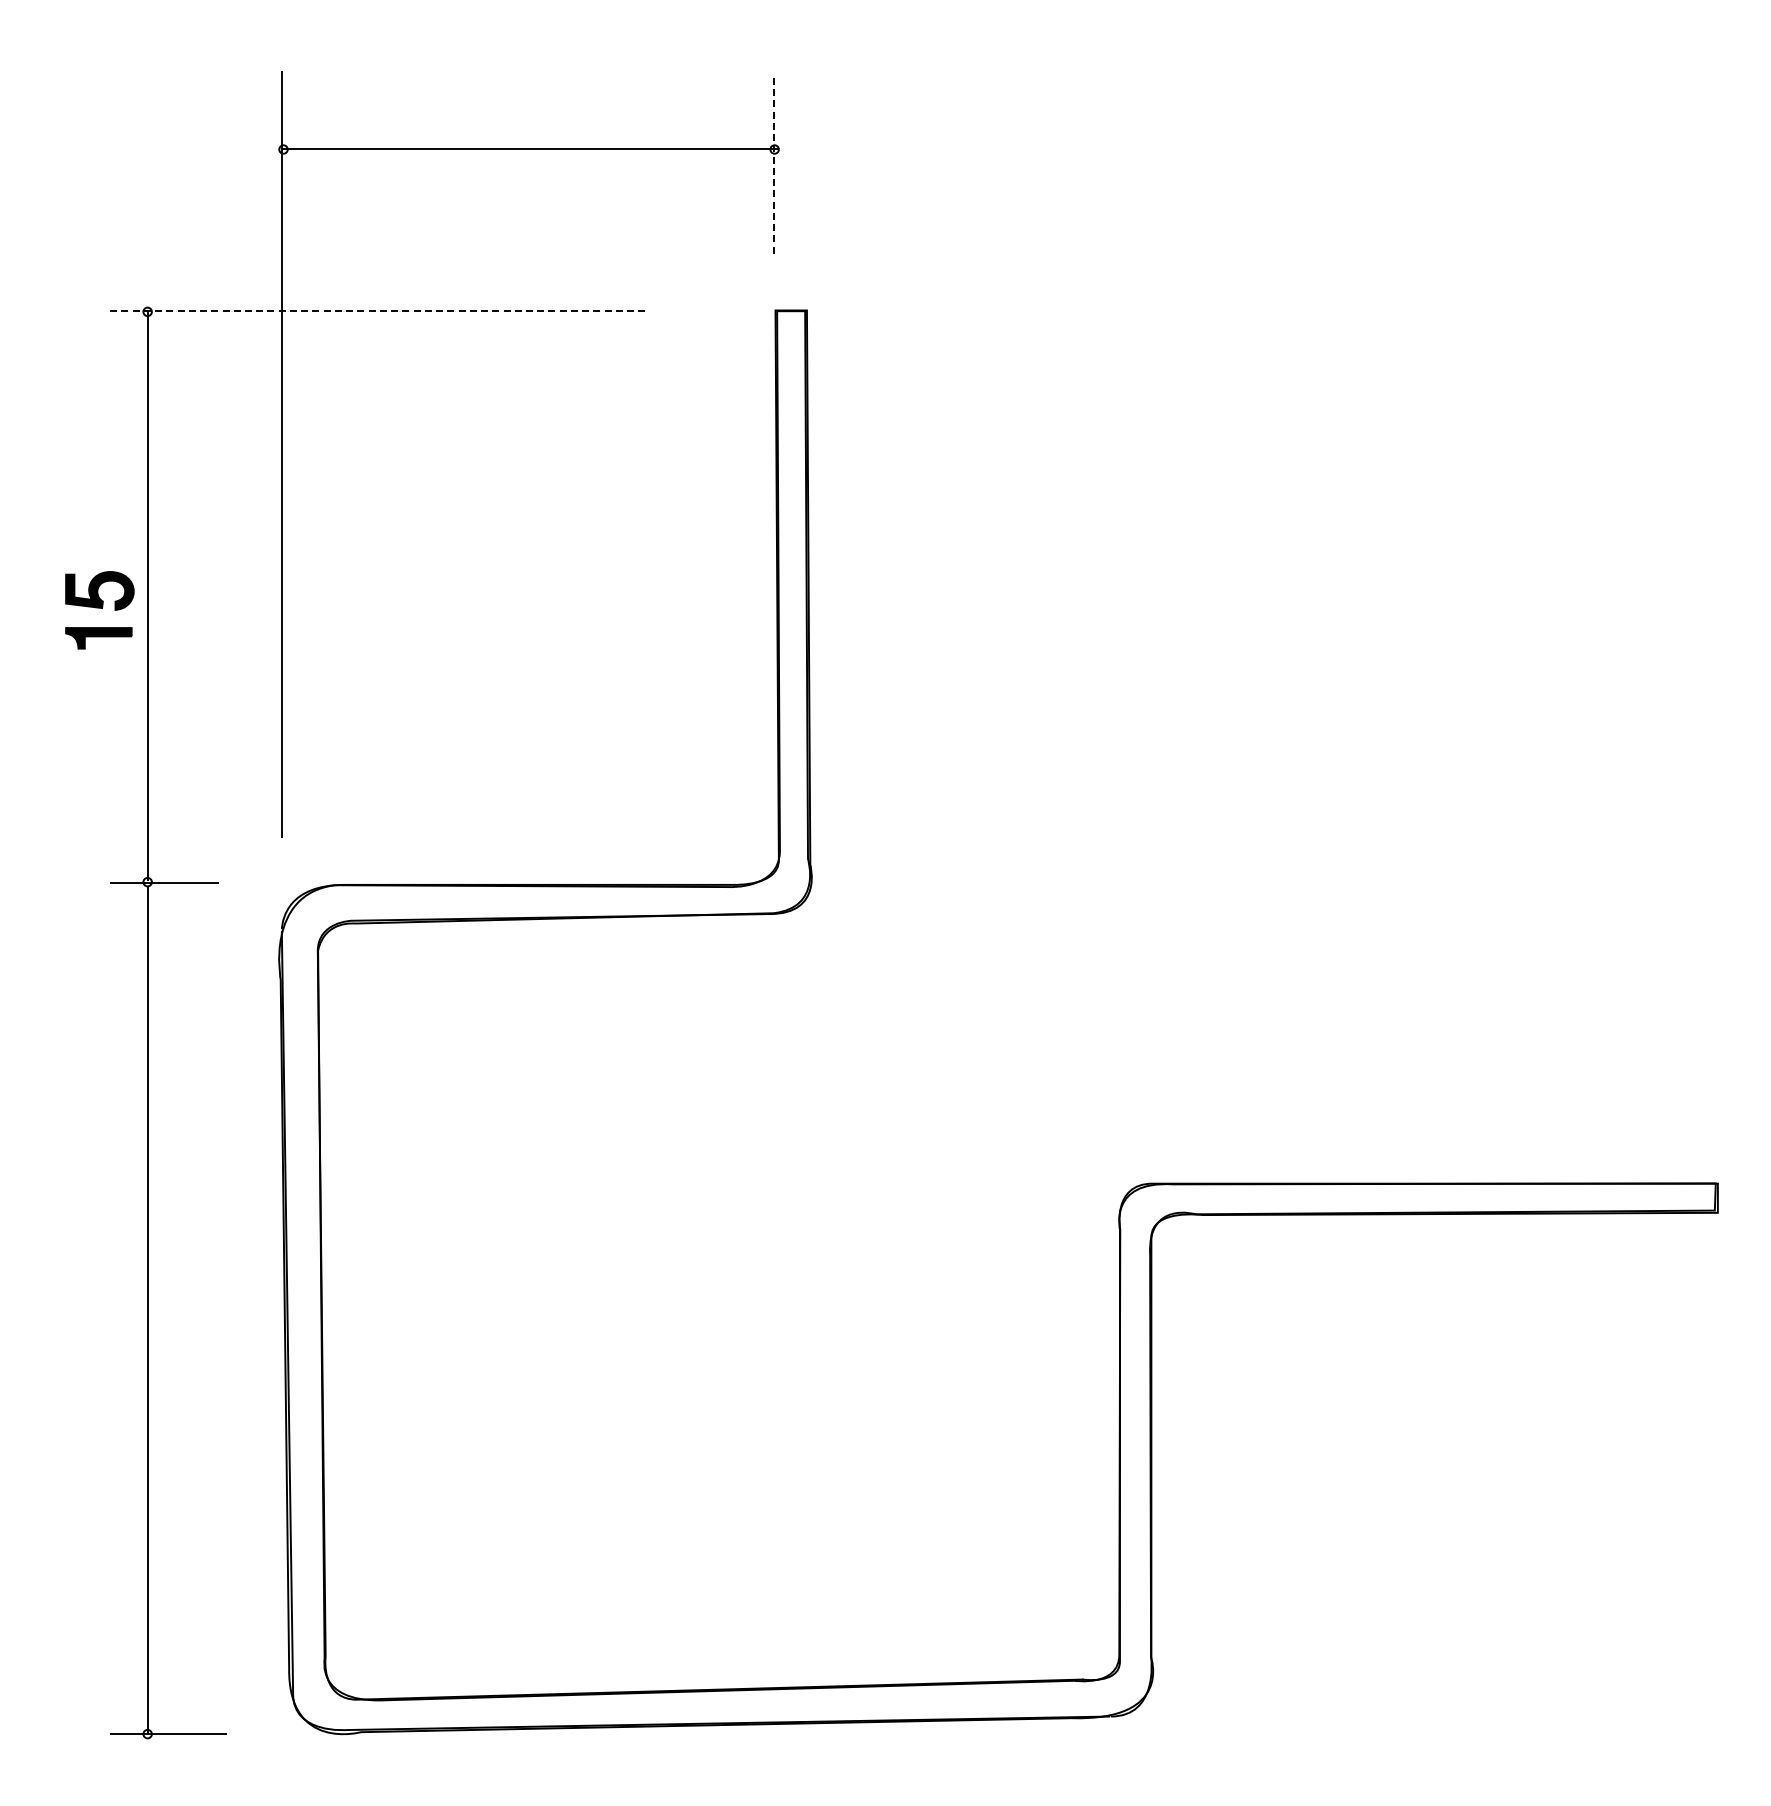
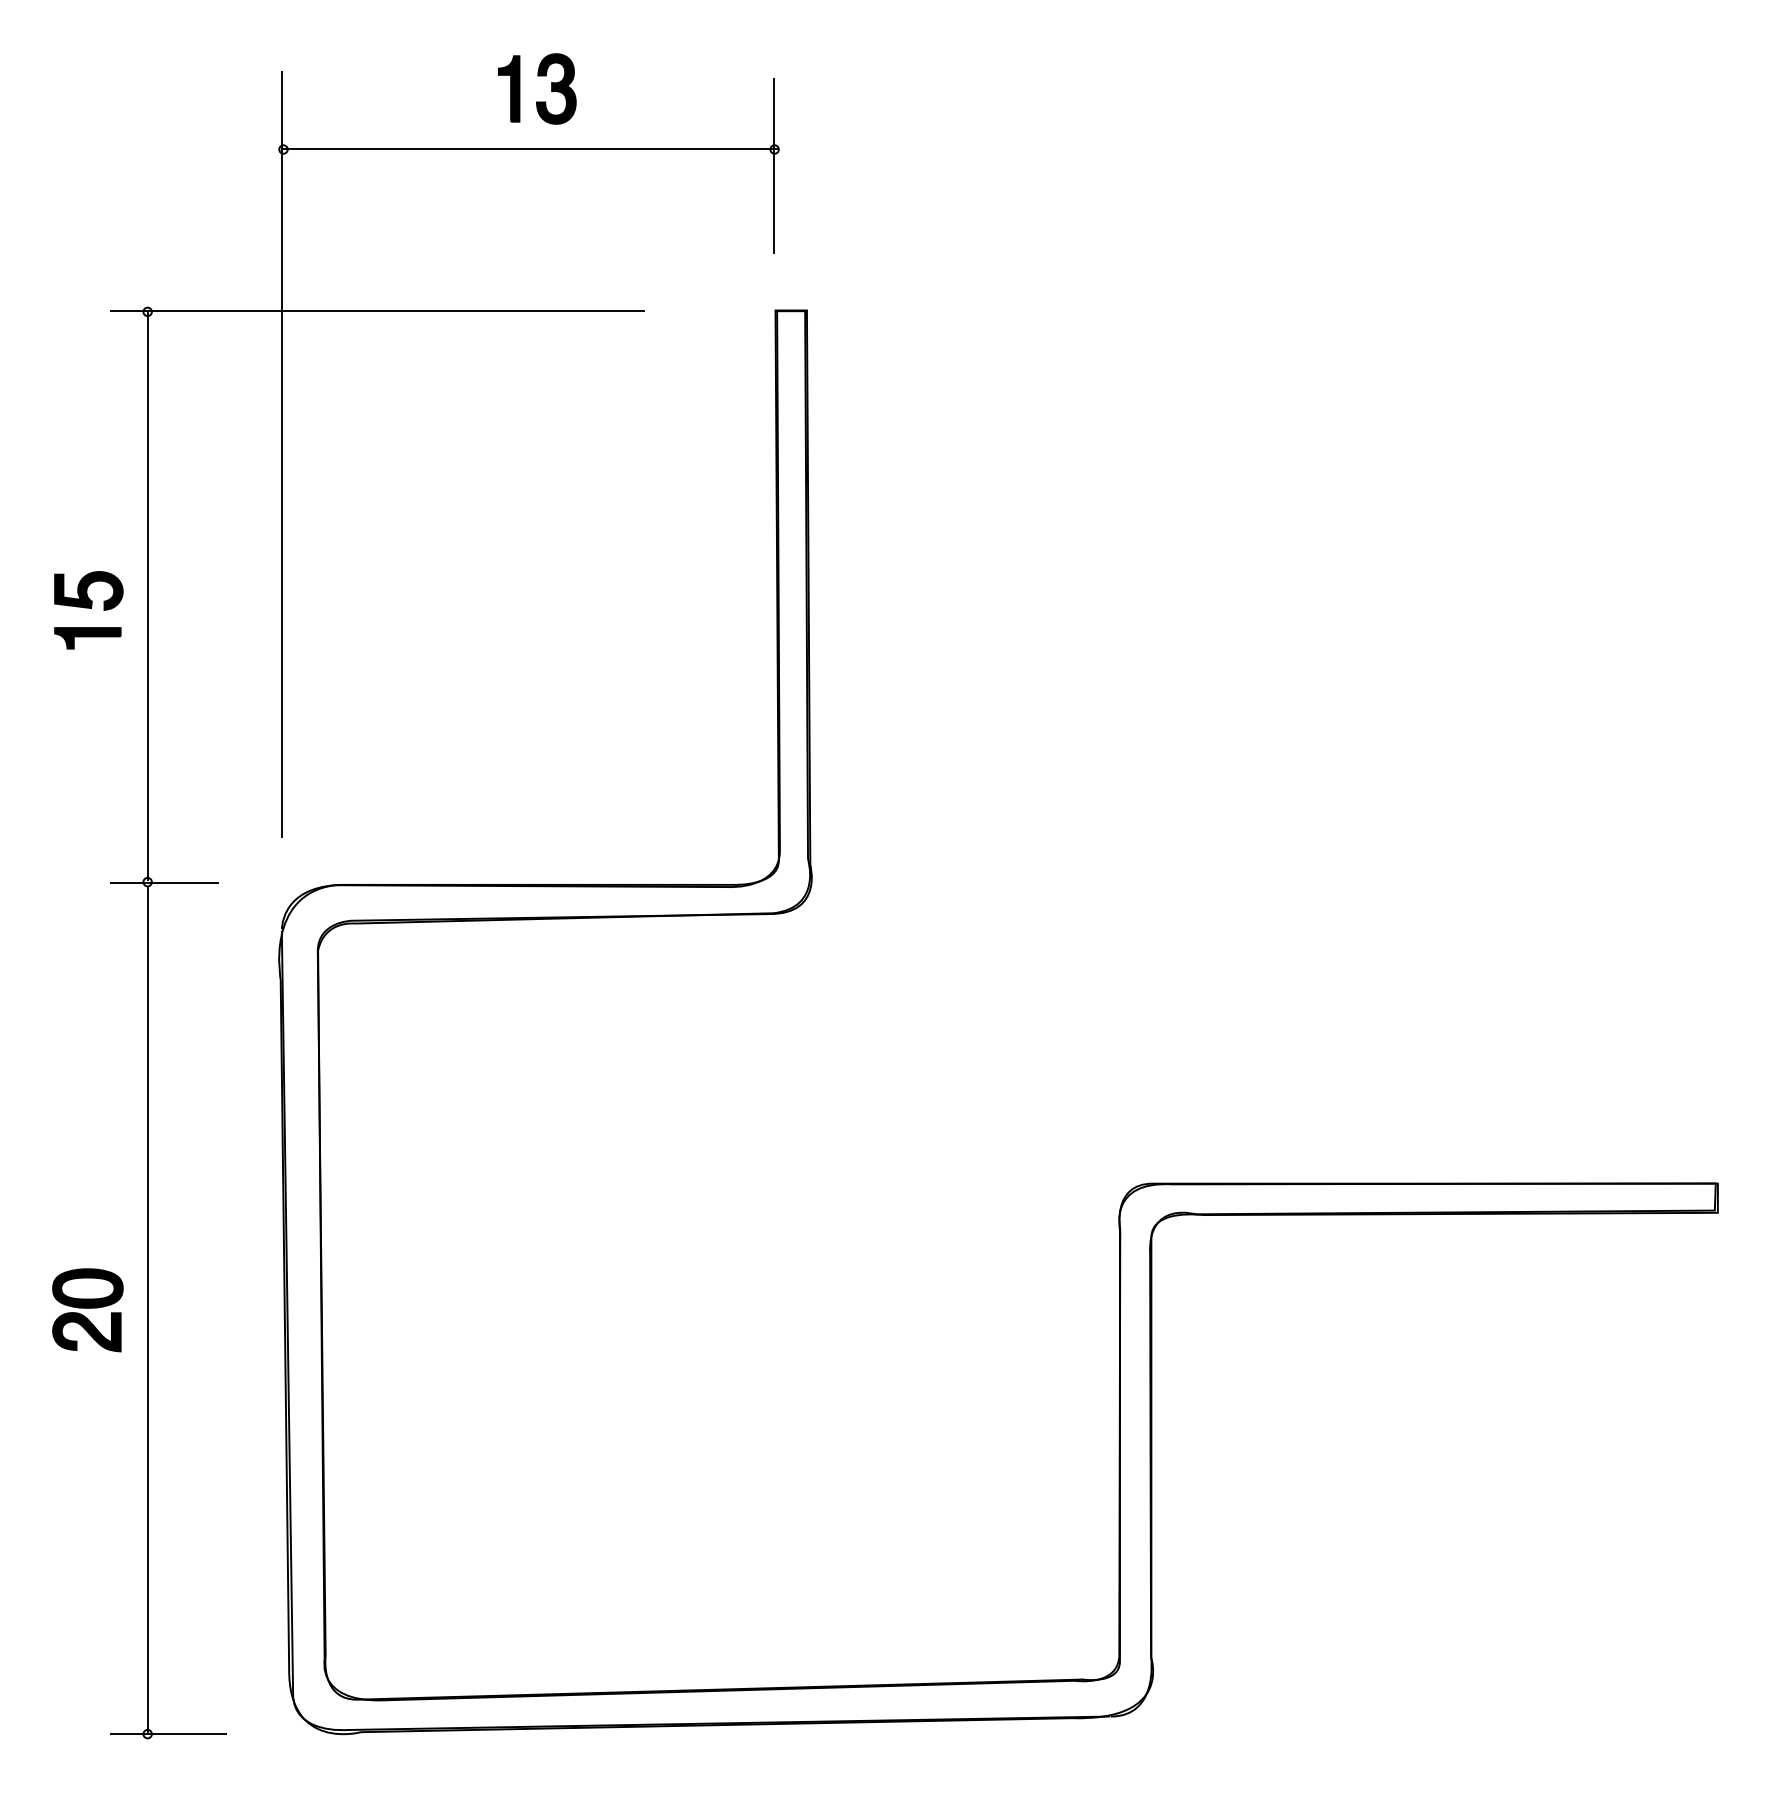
part at (537, 76): none -> present
line at (774, 166): dashed -> solid
line at (377, 310): dashed -> solid
part at (99, 610) position: (99, 610) -> (88, 610)
part at (87, 1310): none -> present
